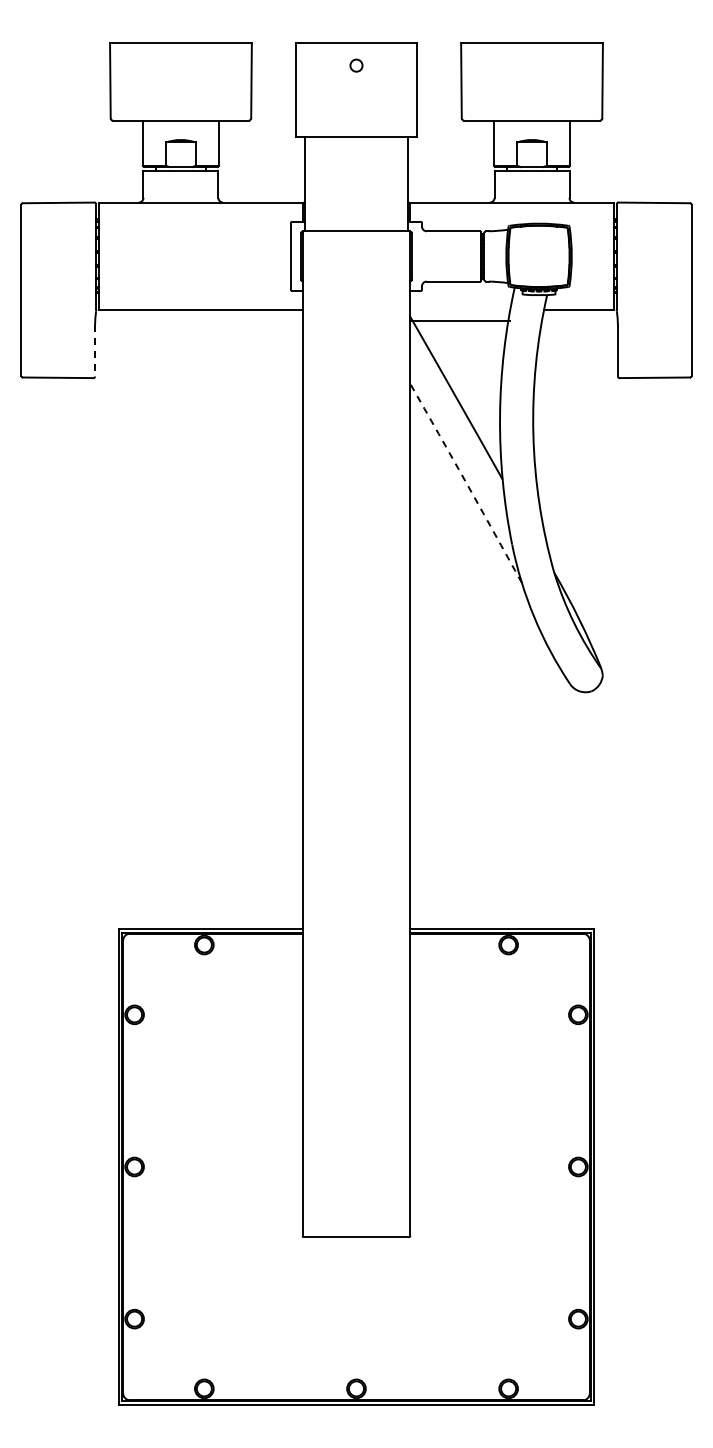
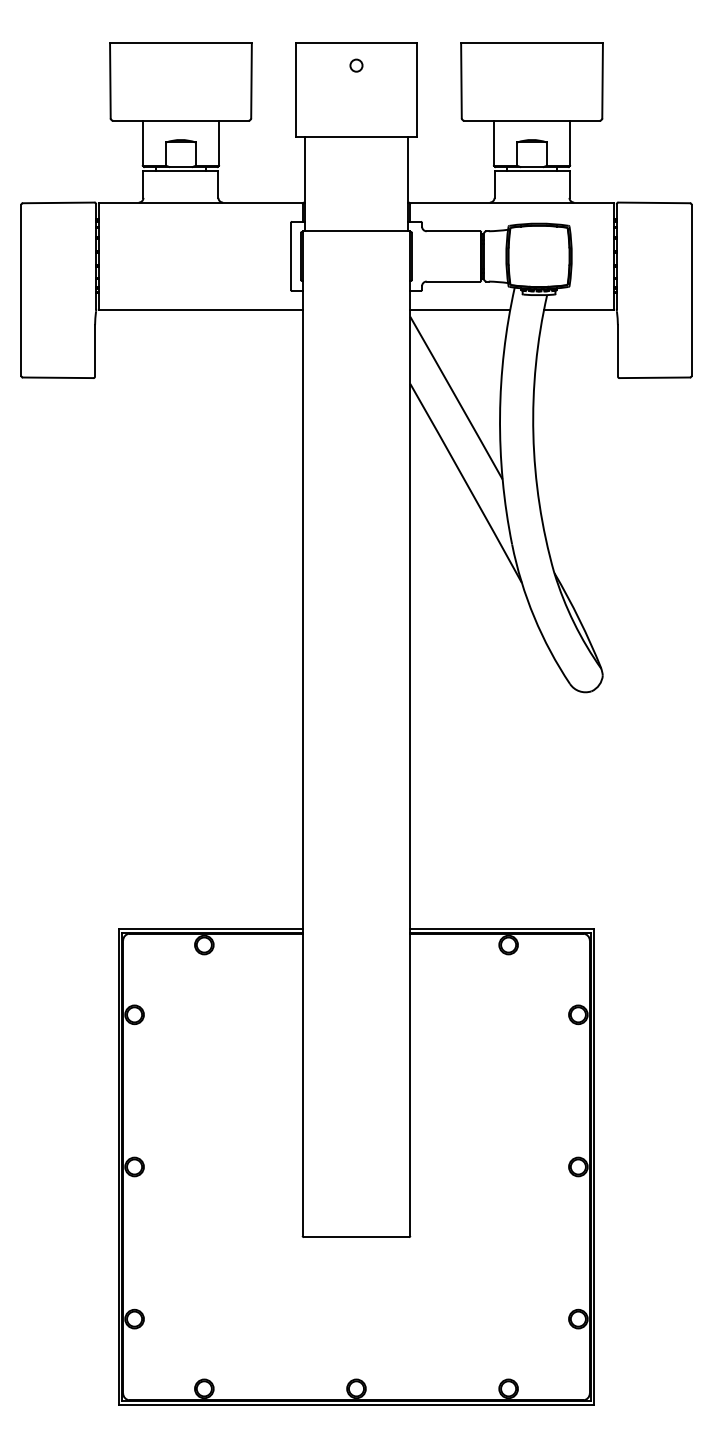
line at (460, 321) position: (460, 321) -> (460, 310)
line at (95, 350): dashed -> solid
arc at (466, 483): dashed -> solid
